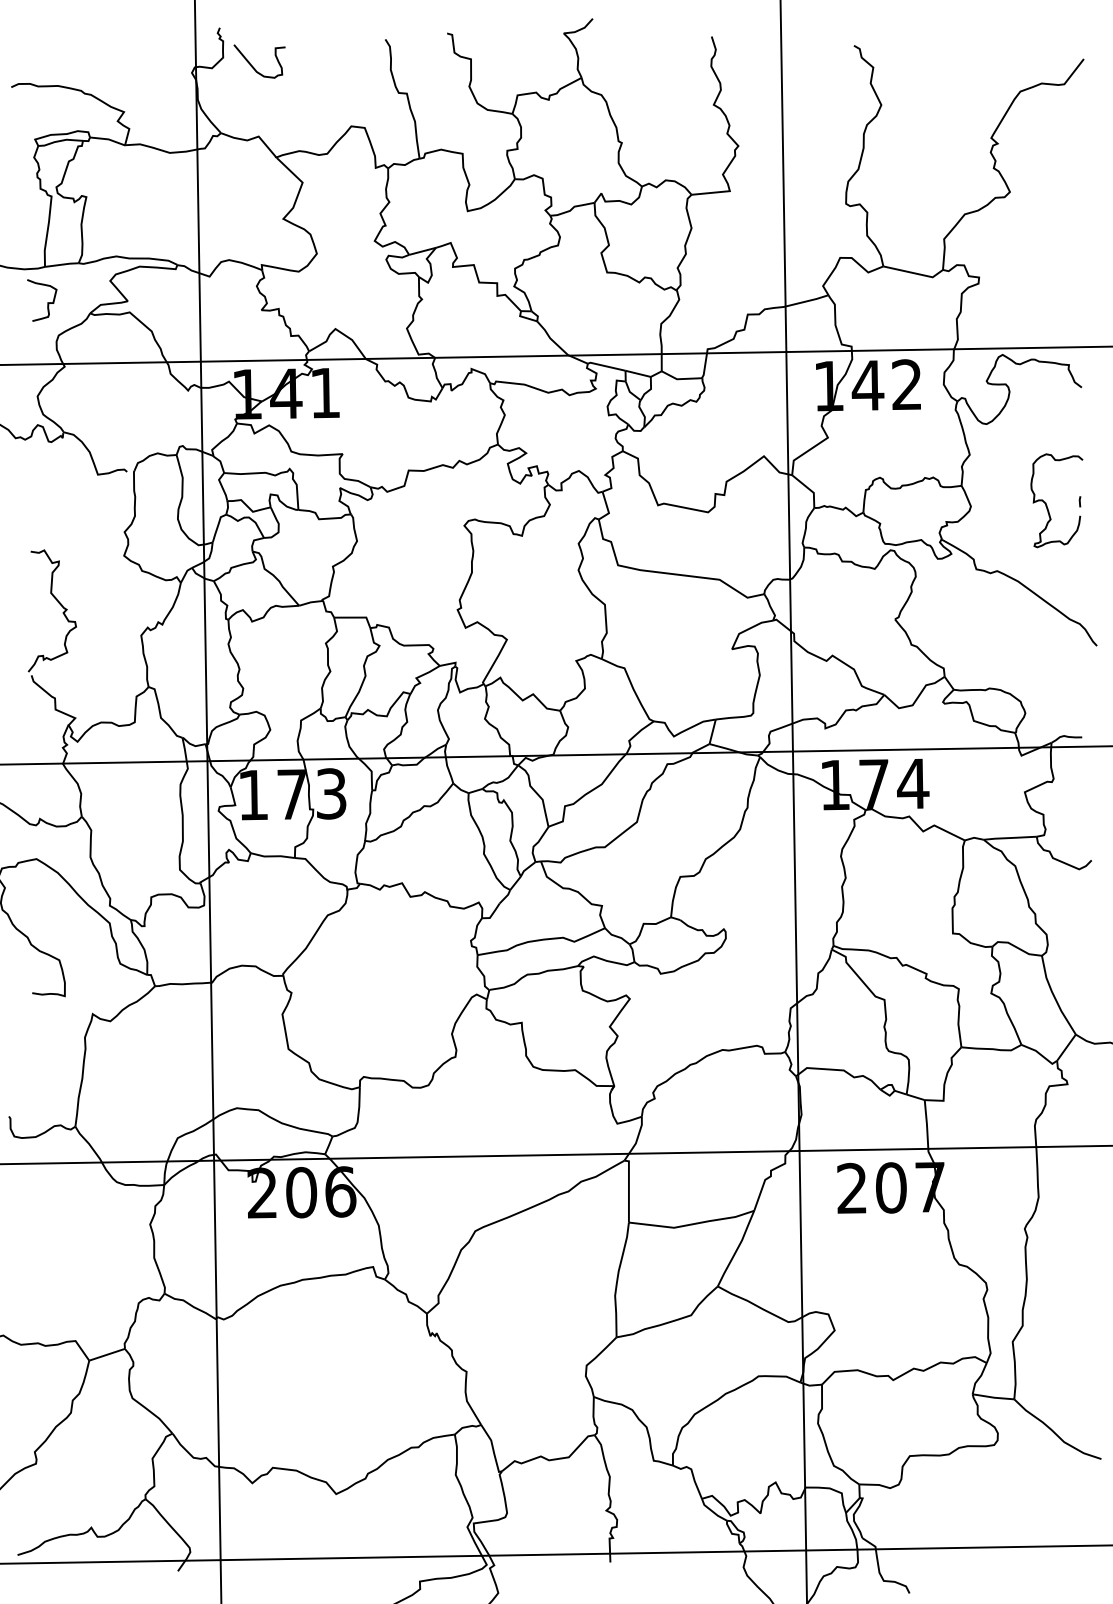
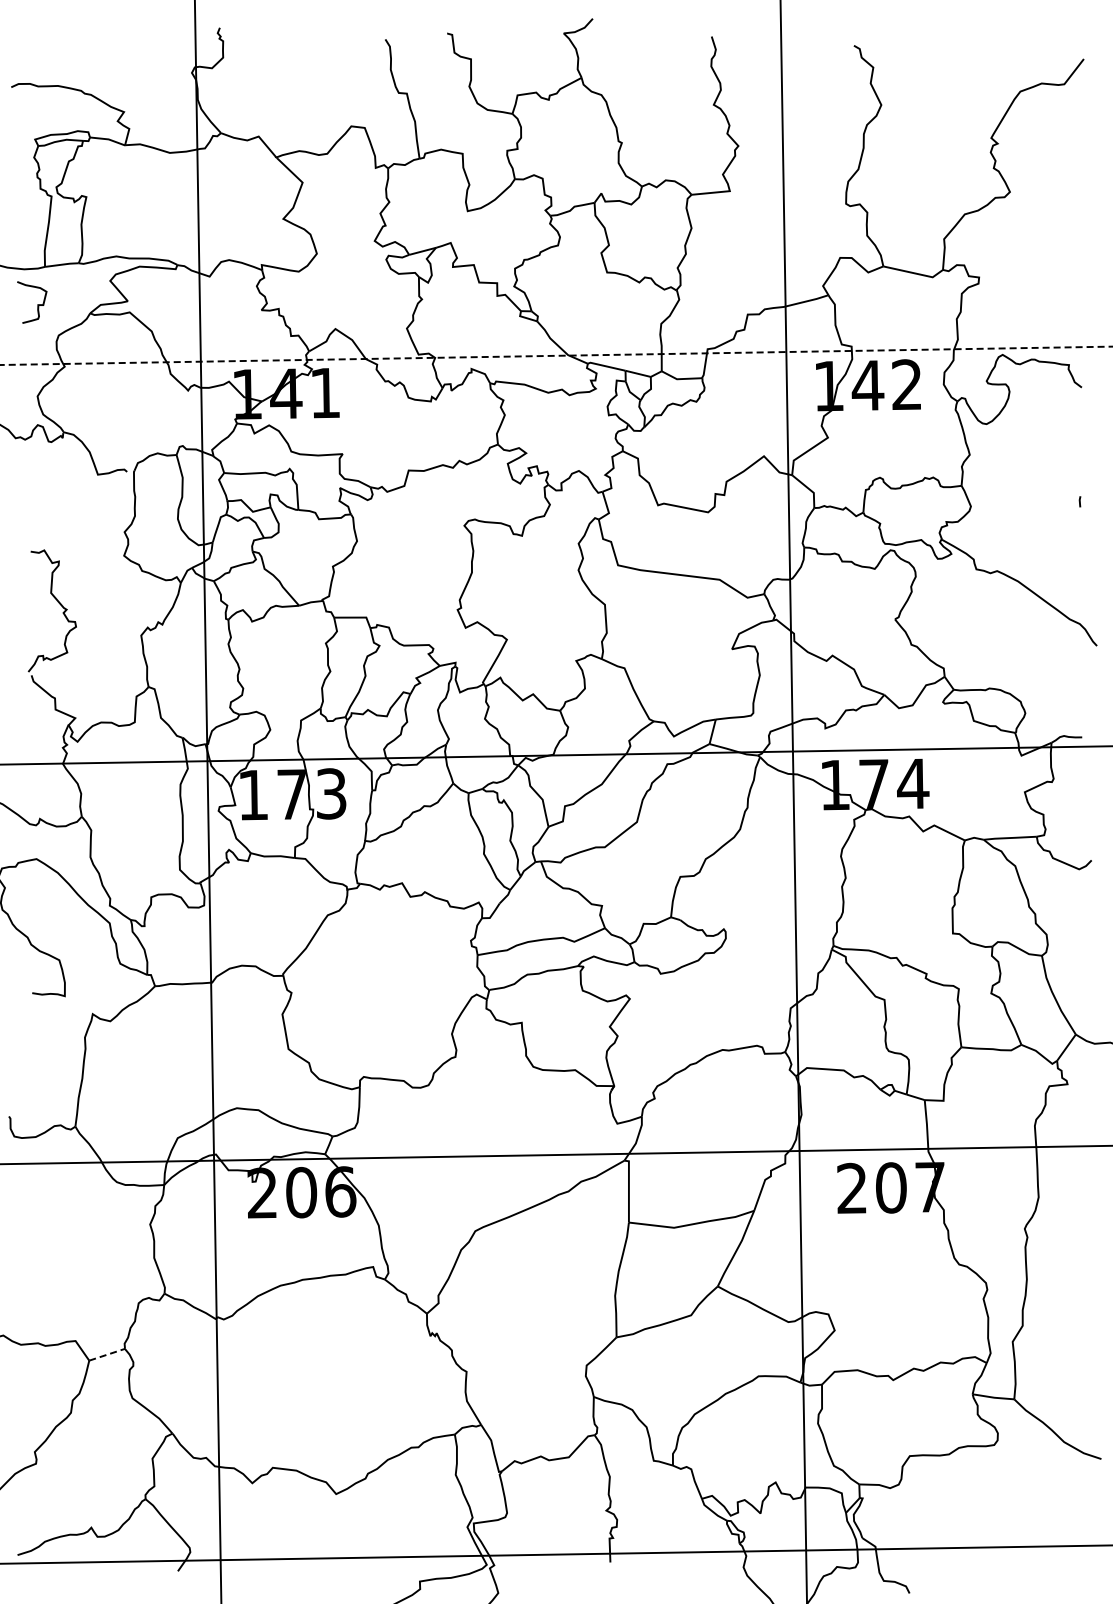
curve at (253, 66): present -> none
curve at (47, 302) position: (47, 302) -> (37, 304)
line at (556, 355): solid -> dashed
curve at (1046, 502): present -> none
line at (107, 1354): solid -> dashed
